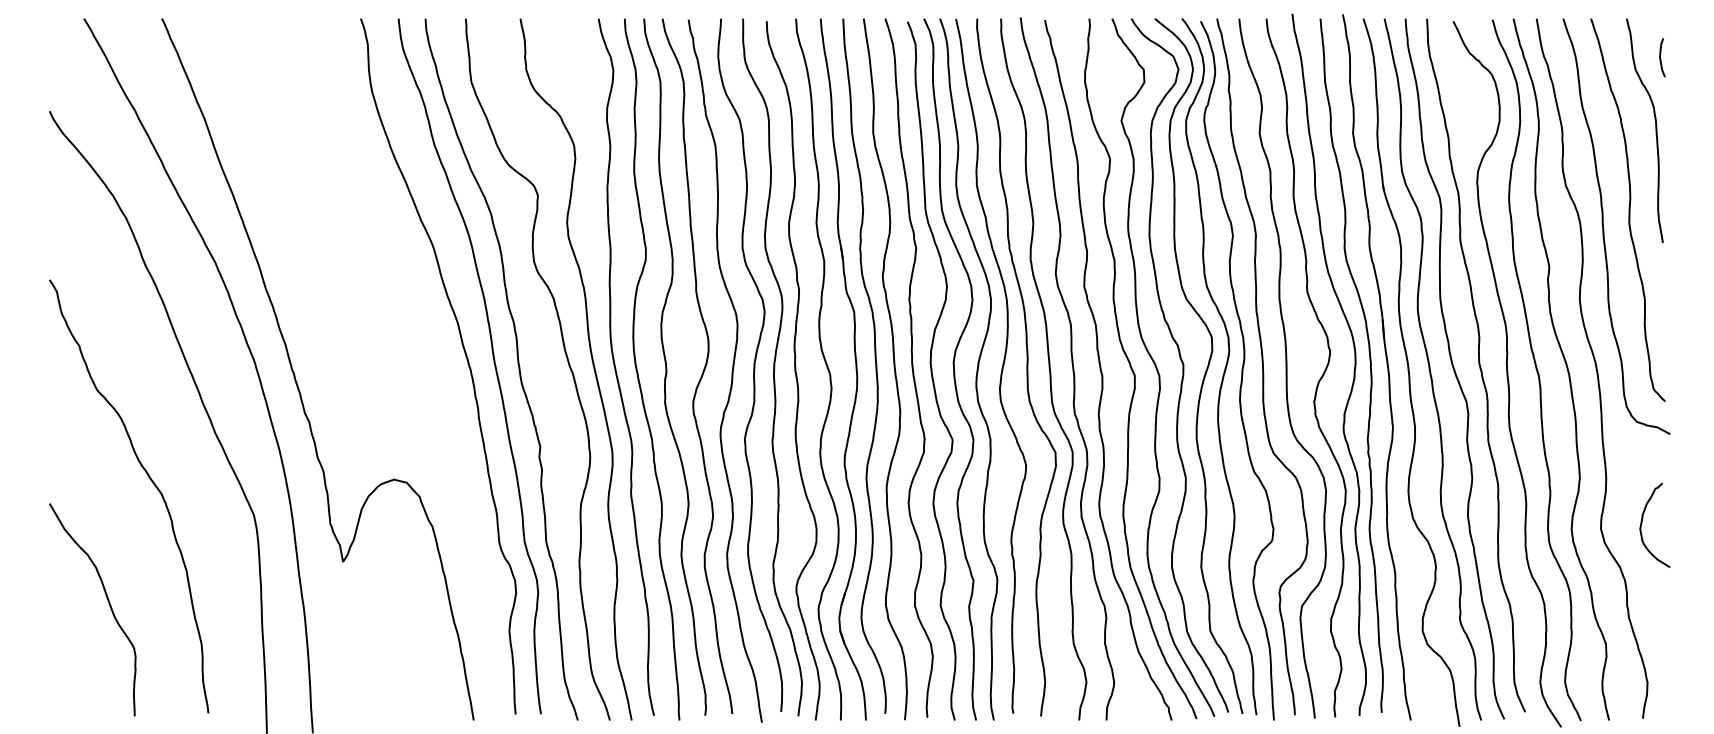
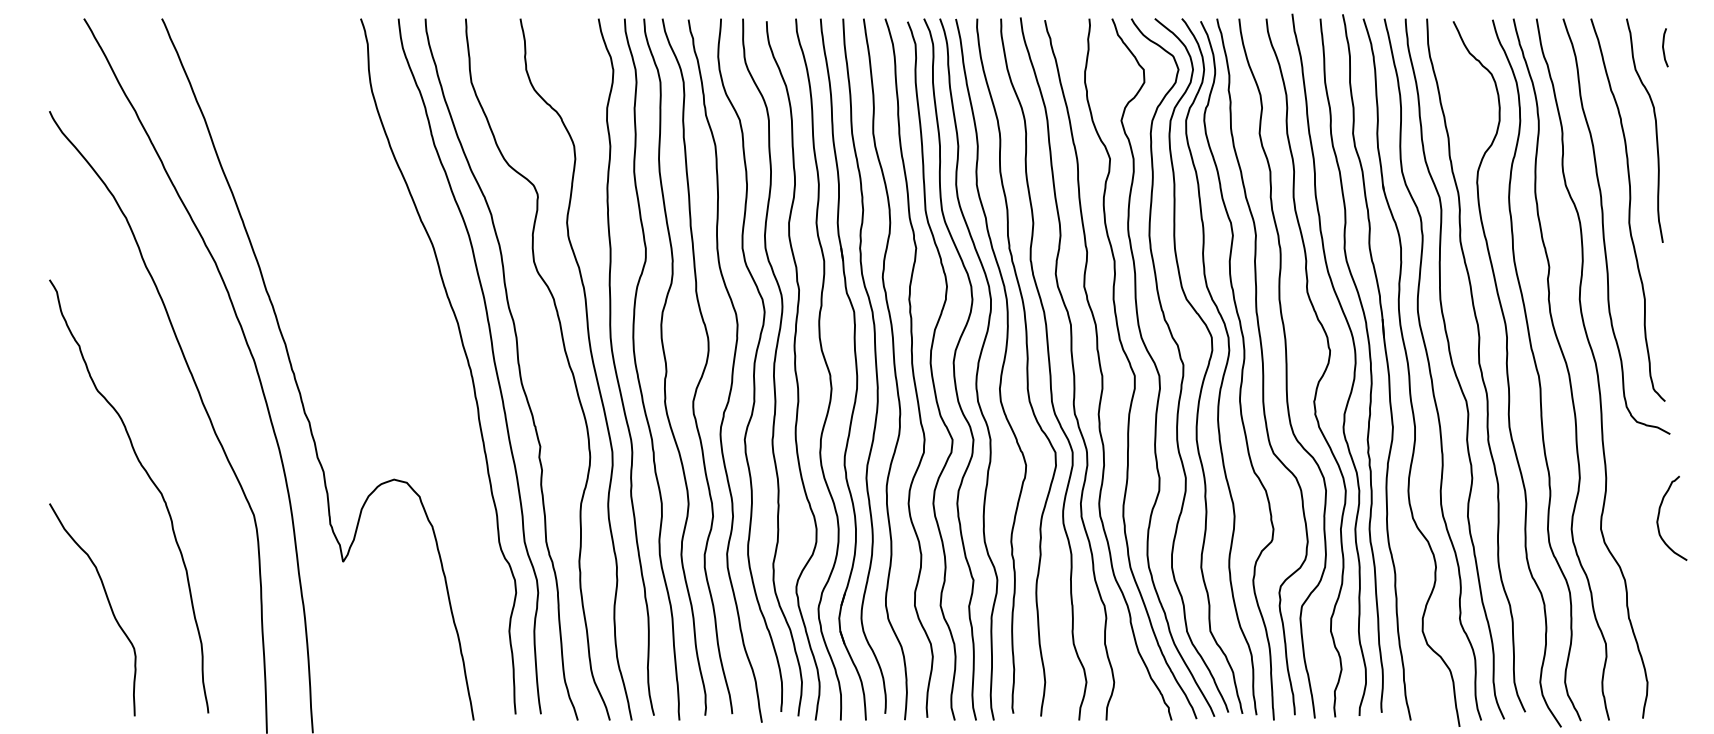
curve at (1661, 58) position: (1661, 58) -> (1664, 48)
curve at (1642, 524) position: (1642, 524) -> (1659, 517)
